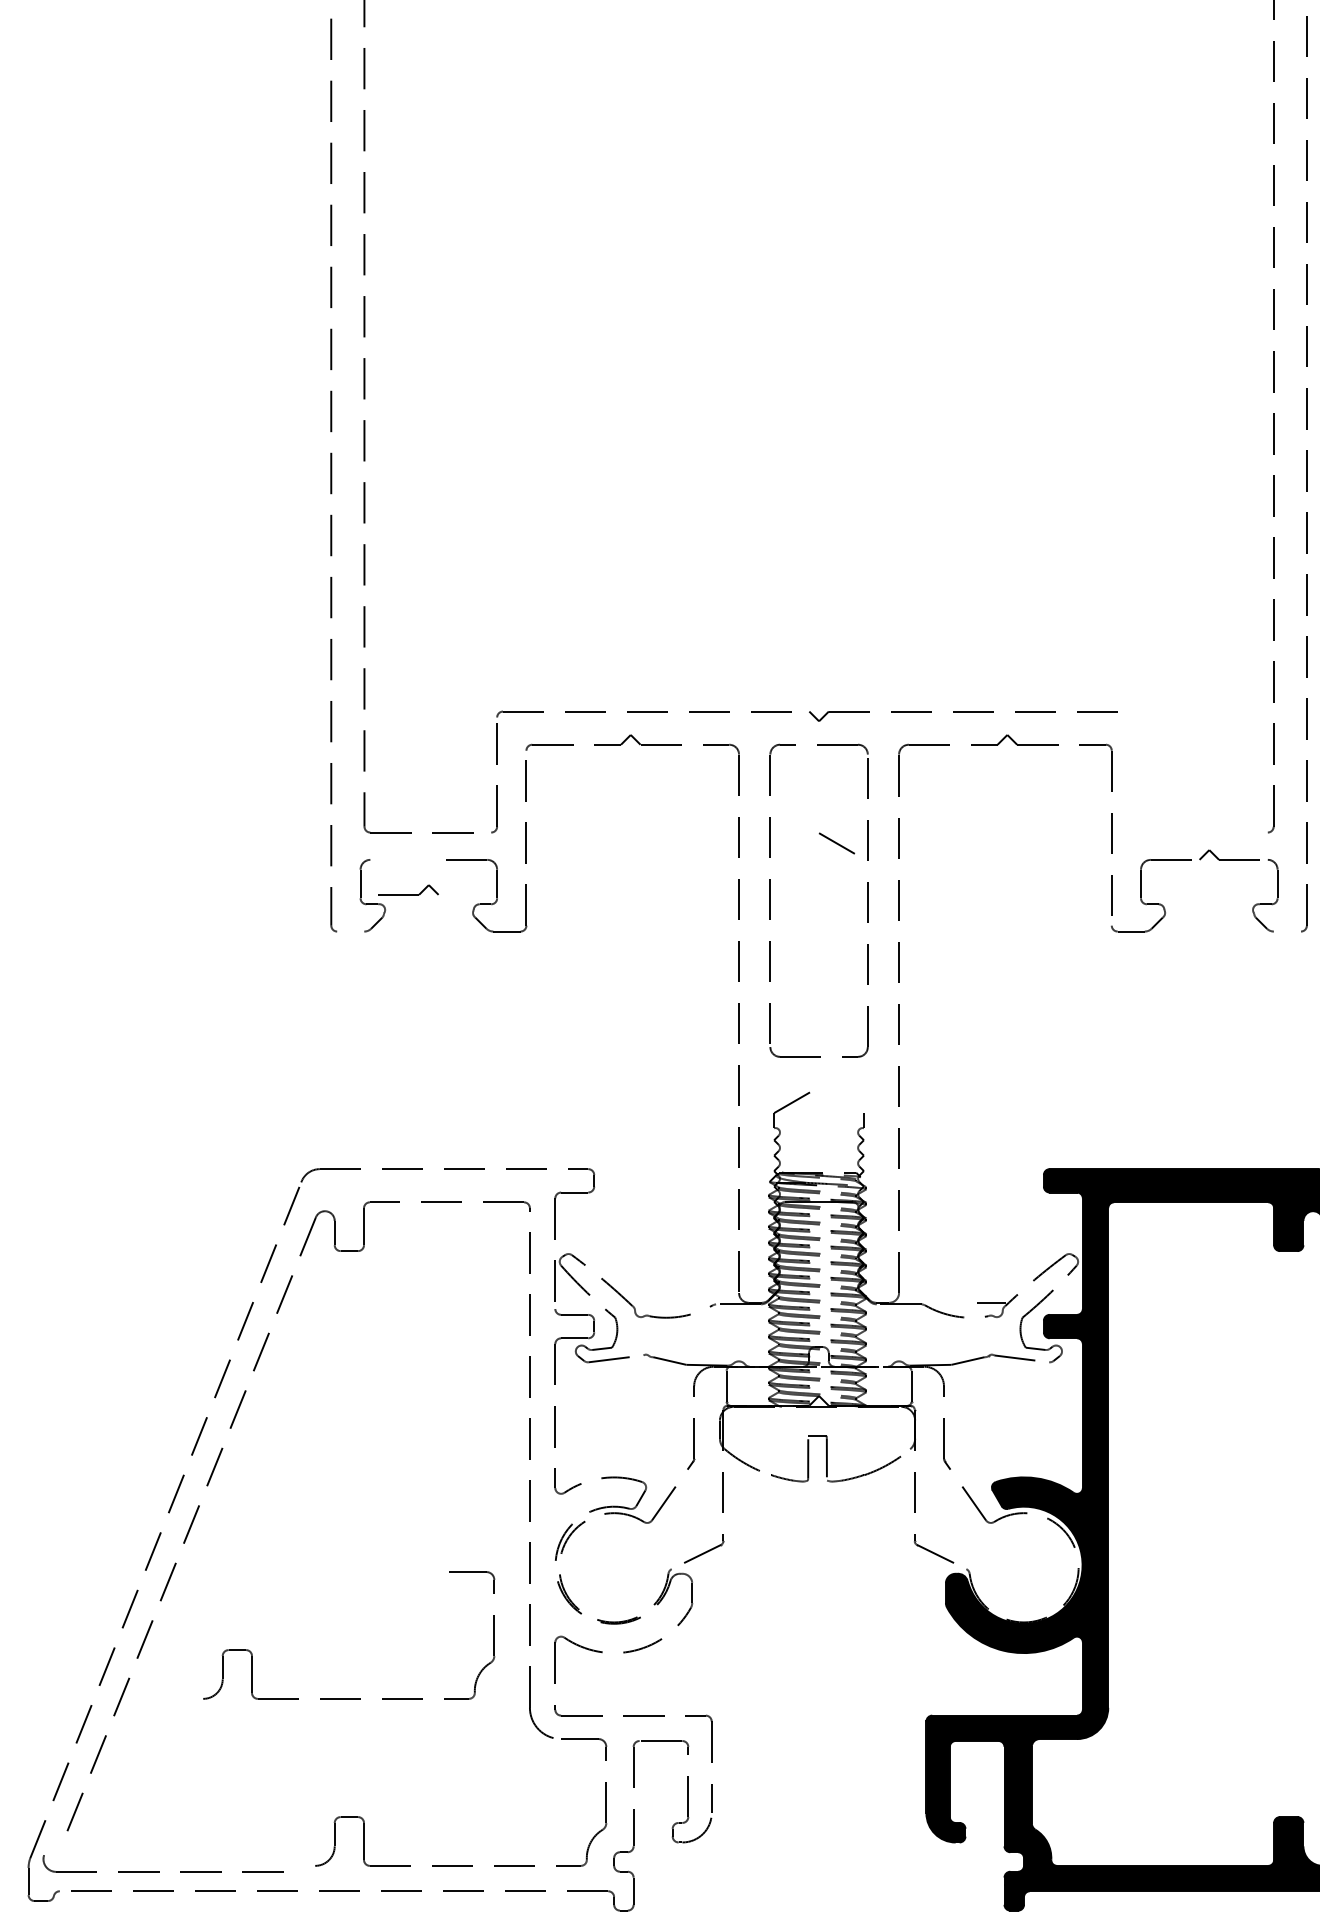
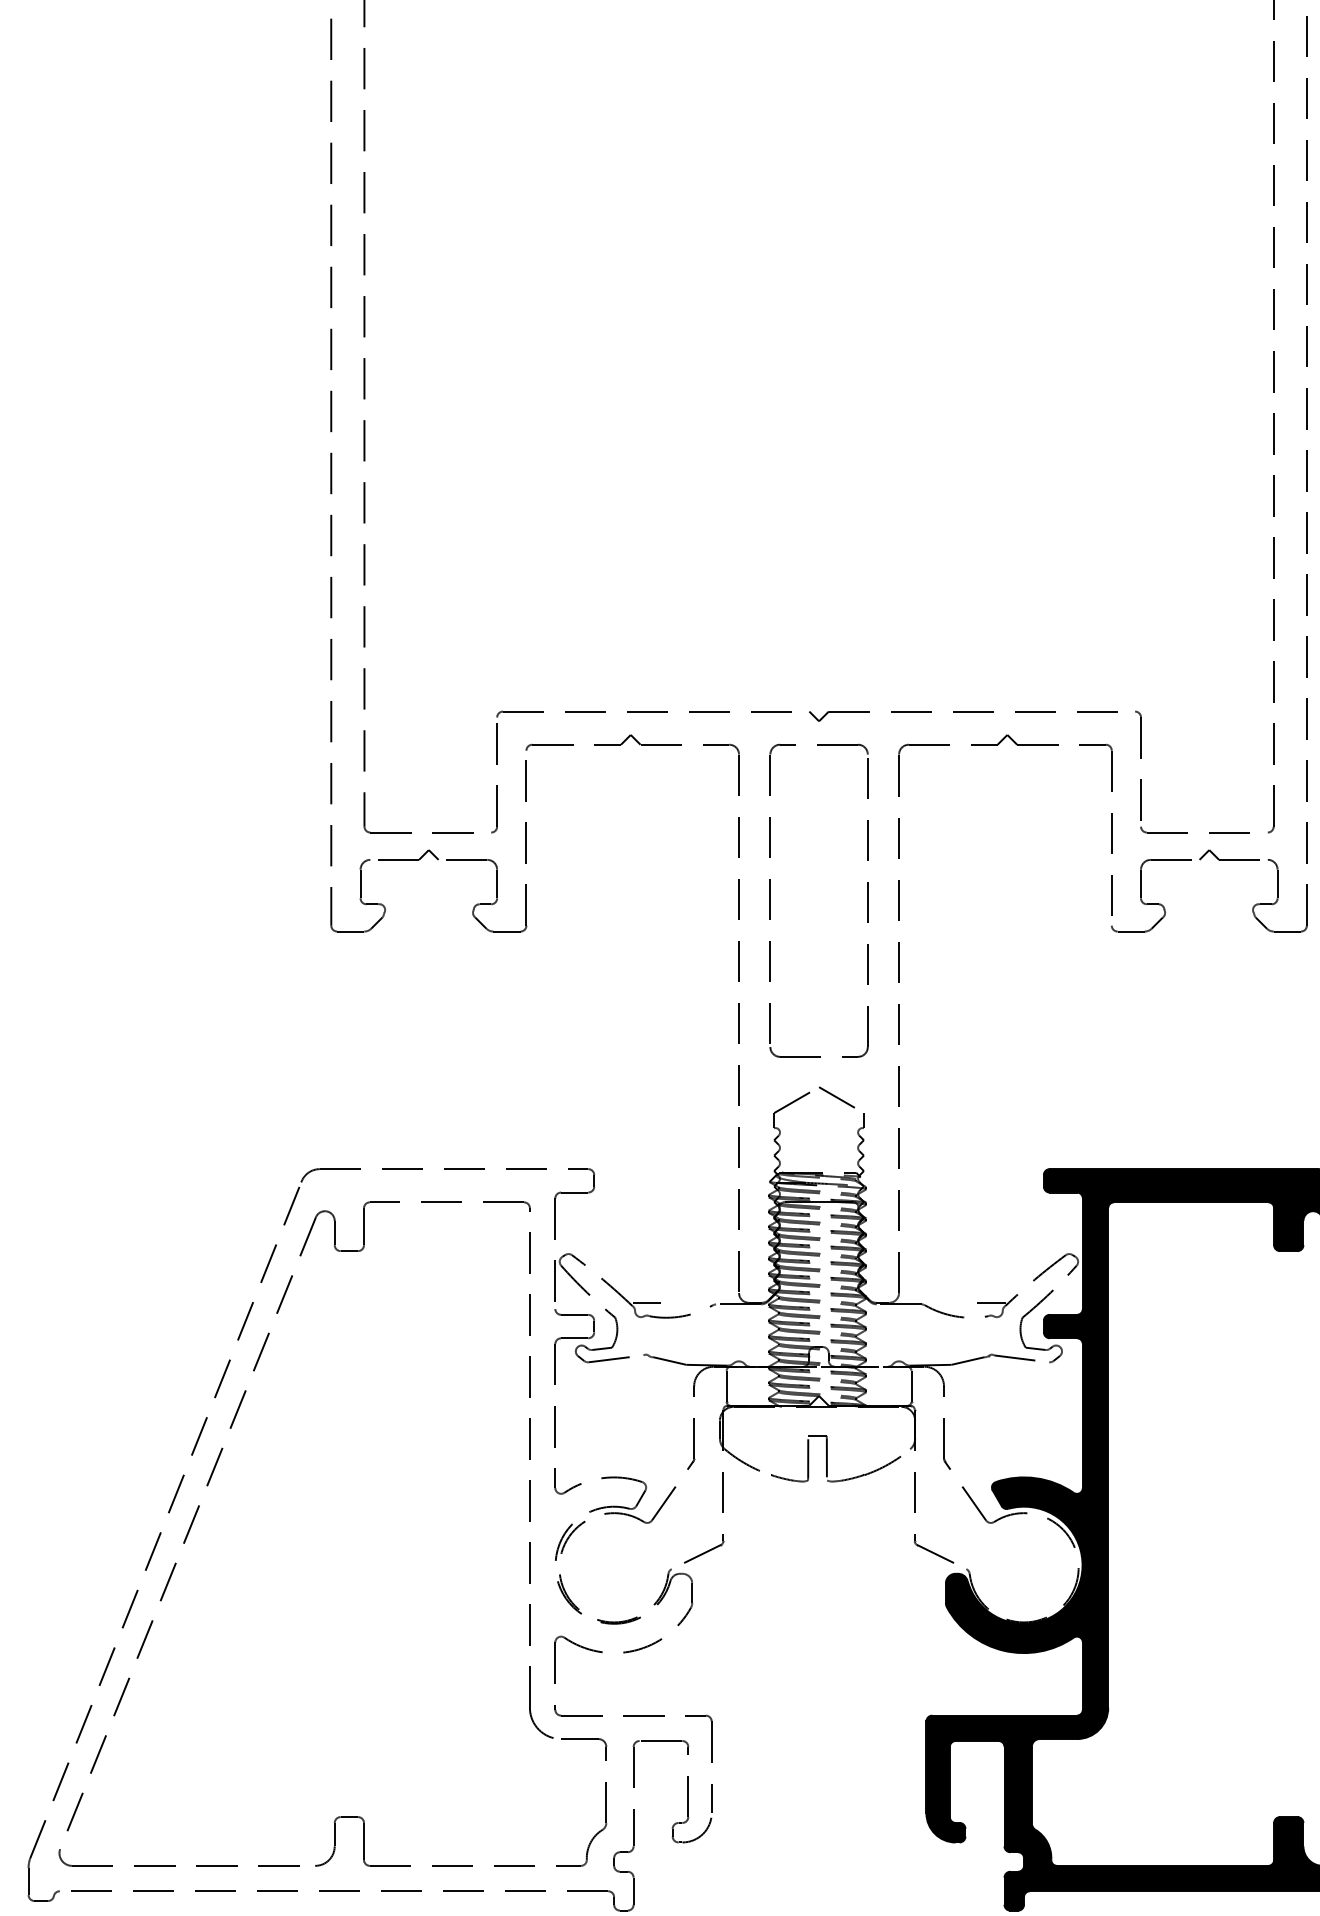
part at (1141, 779): none -> present
line at (836, 843) position: (836, 843) -> (836, 1097)
part at (408, 889) position: (408, 889) -> (408, 854)
line at (350, 931): none -> present
line at (1287, 931): none -> present
line at (646, 1302): none -> present
part at (349, 1698): present -> none
part at (159, 1871) position: (159, 1871) -> (175, 1865)
